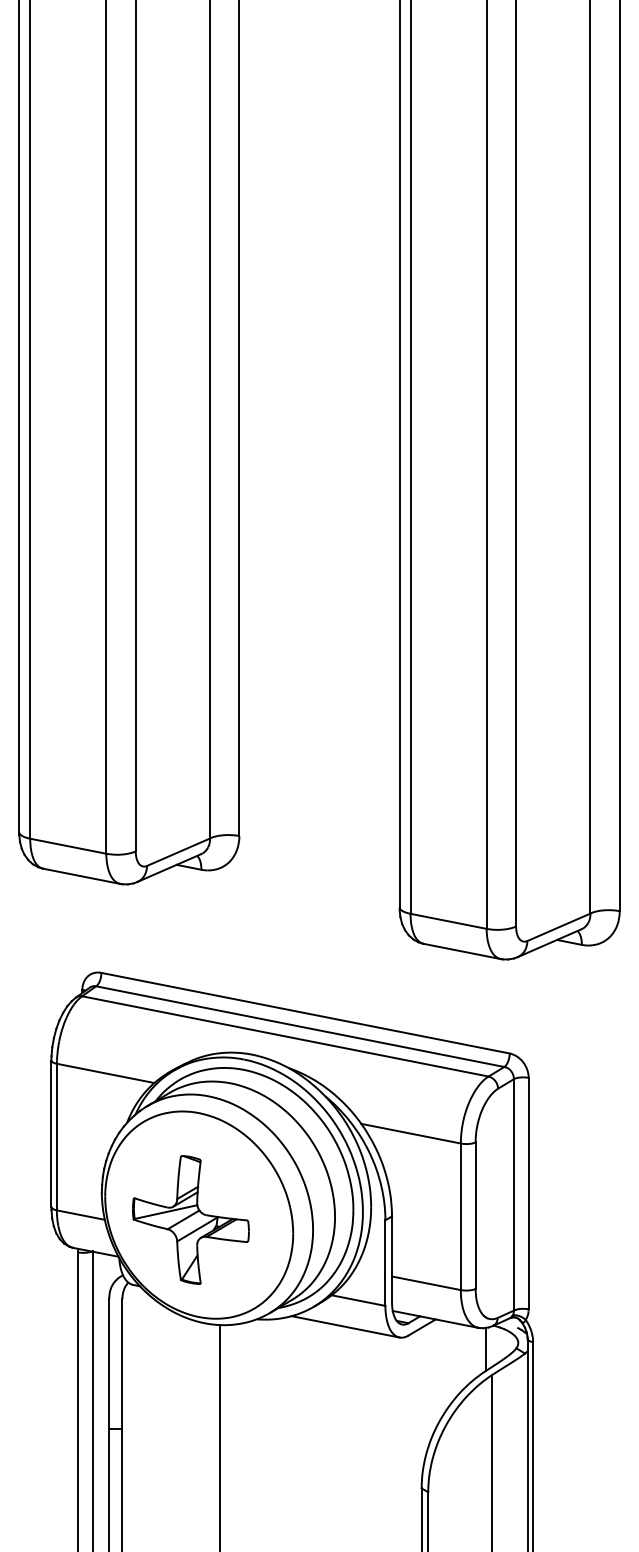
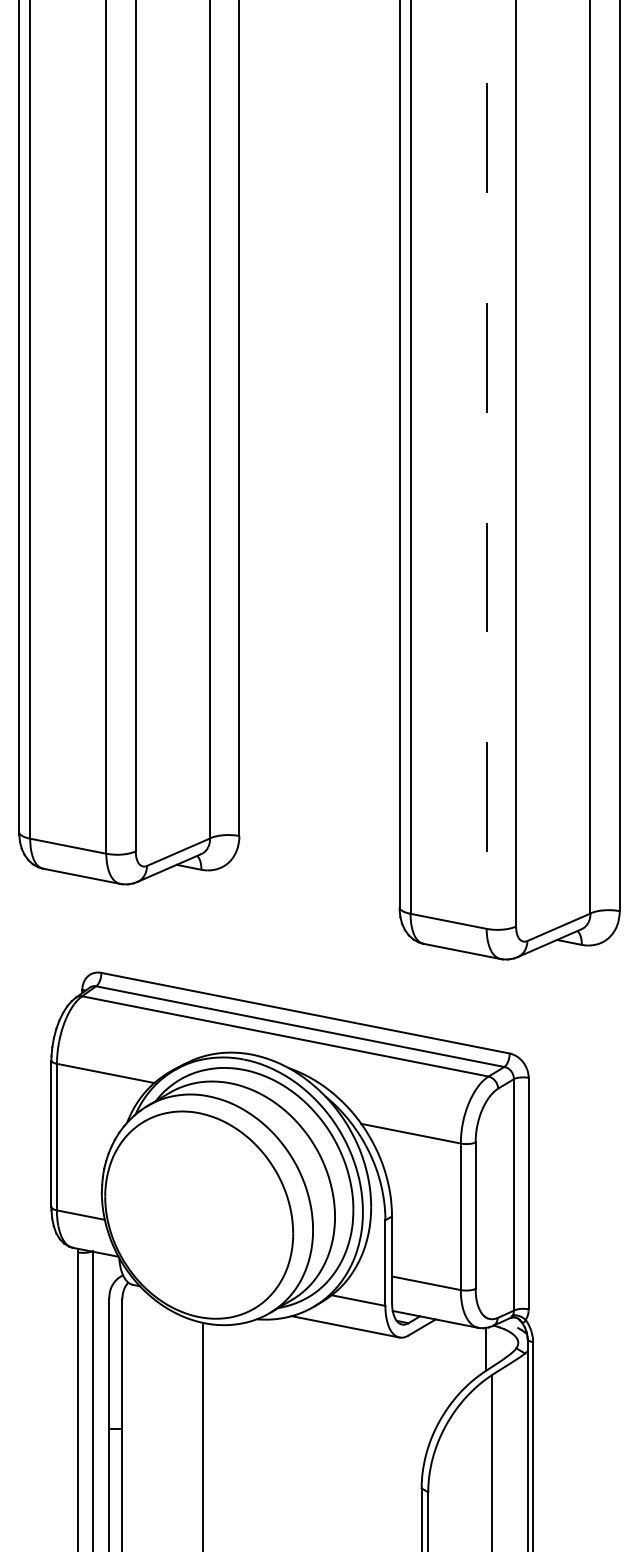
line at (486, 464): solid -> dashed
part at (190, 1219): present -> none
line at (219, 1436) position: (219, 1436) -> (202, 1436)
